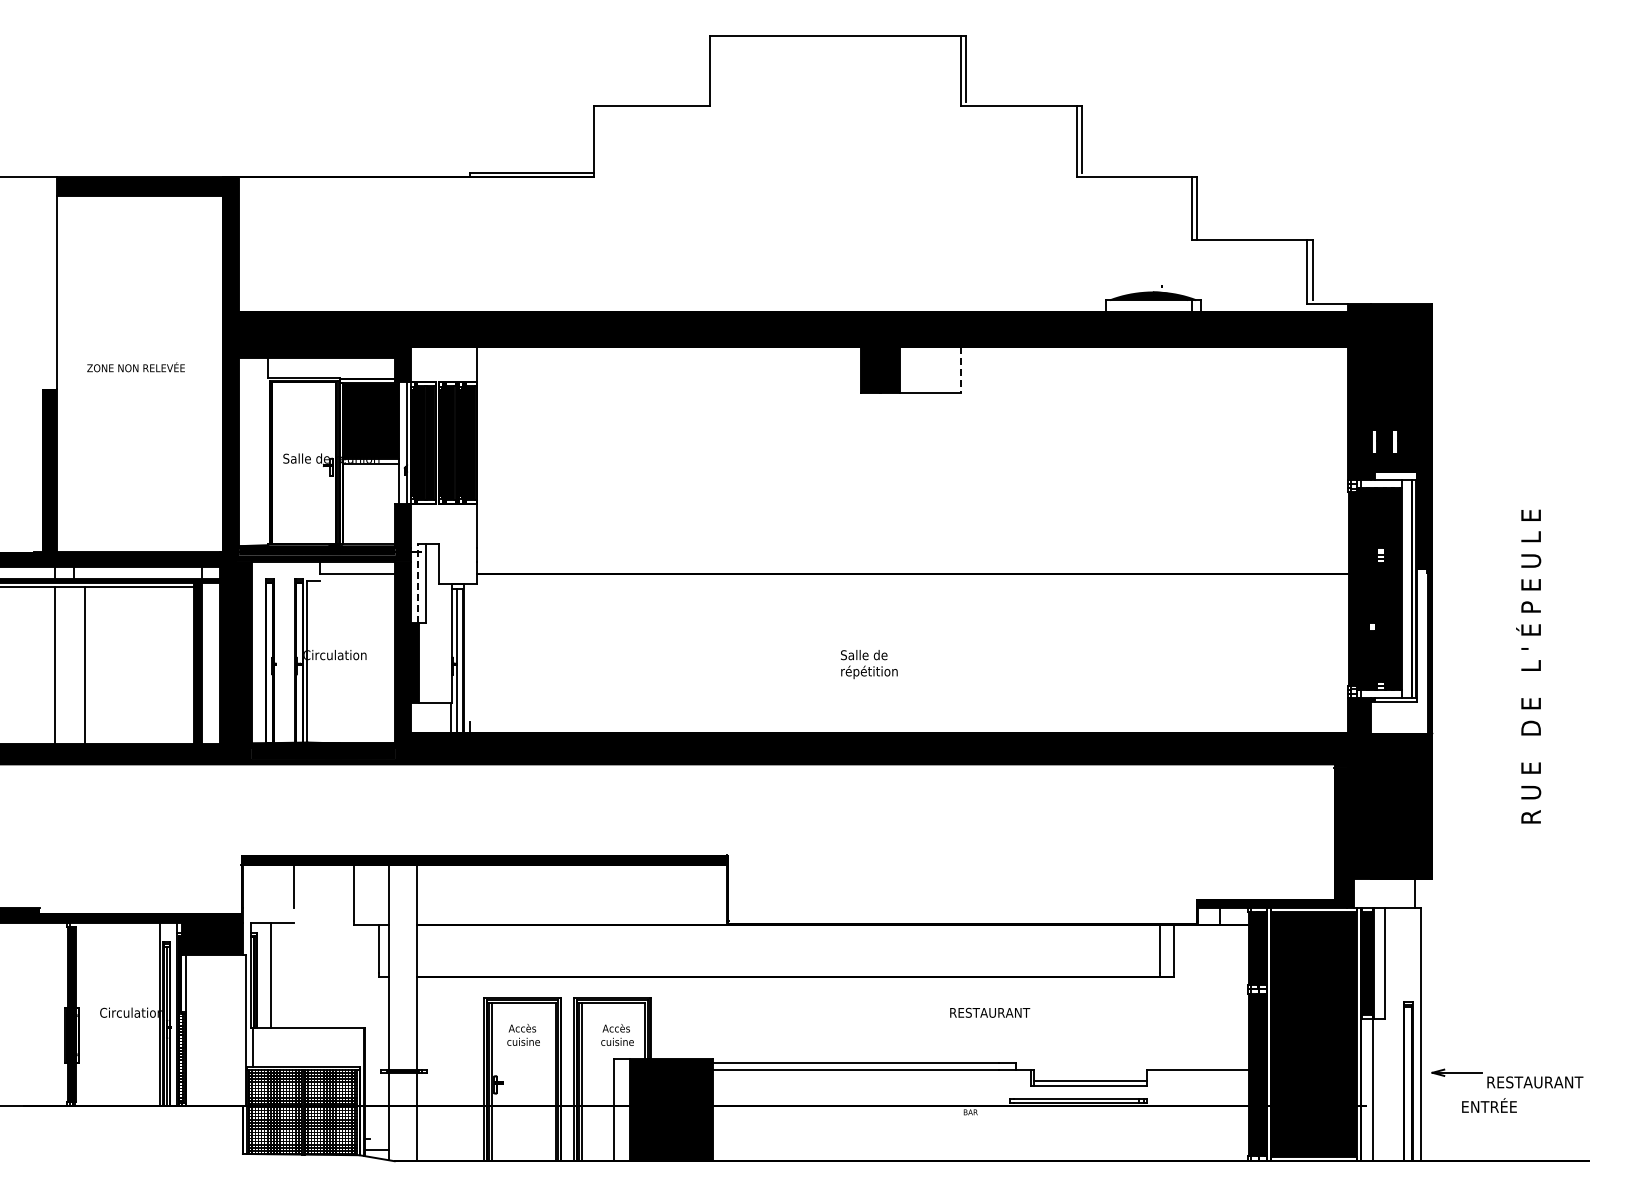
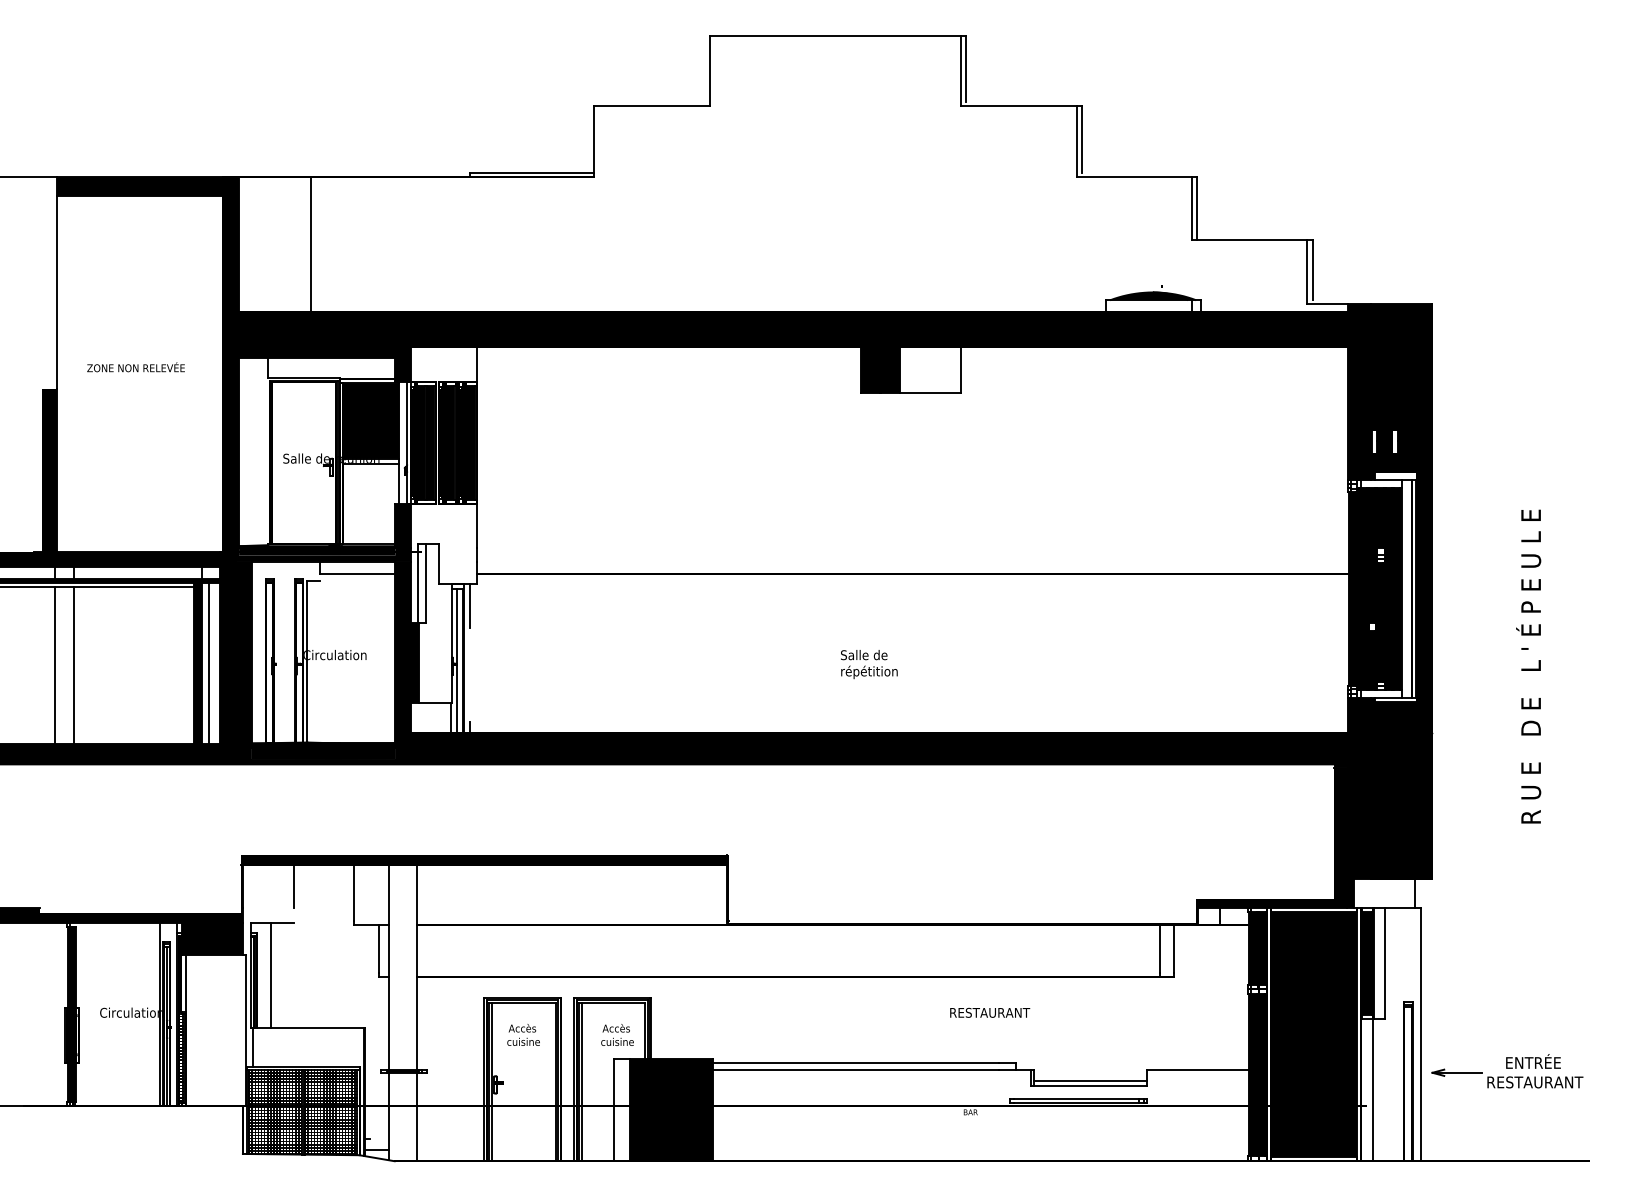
line at (310, 244): none -> present
line at (960, 370): dashed -> solid
line at (418, 583): dashed -> solid
line at (470, 605): none -> present
hatch at (1399, 651): none -> present
line at (209, 663): none -> present
line at (85, 665) position: (85, 665) -> (74, 665)
text at (1489, 1105) position: (1489, 1105) -> (1533, 1061)
